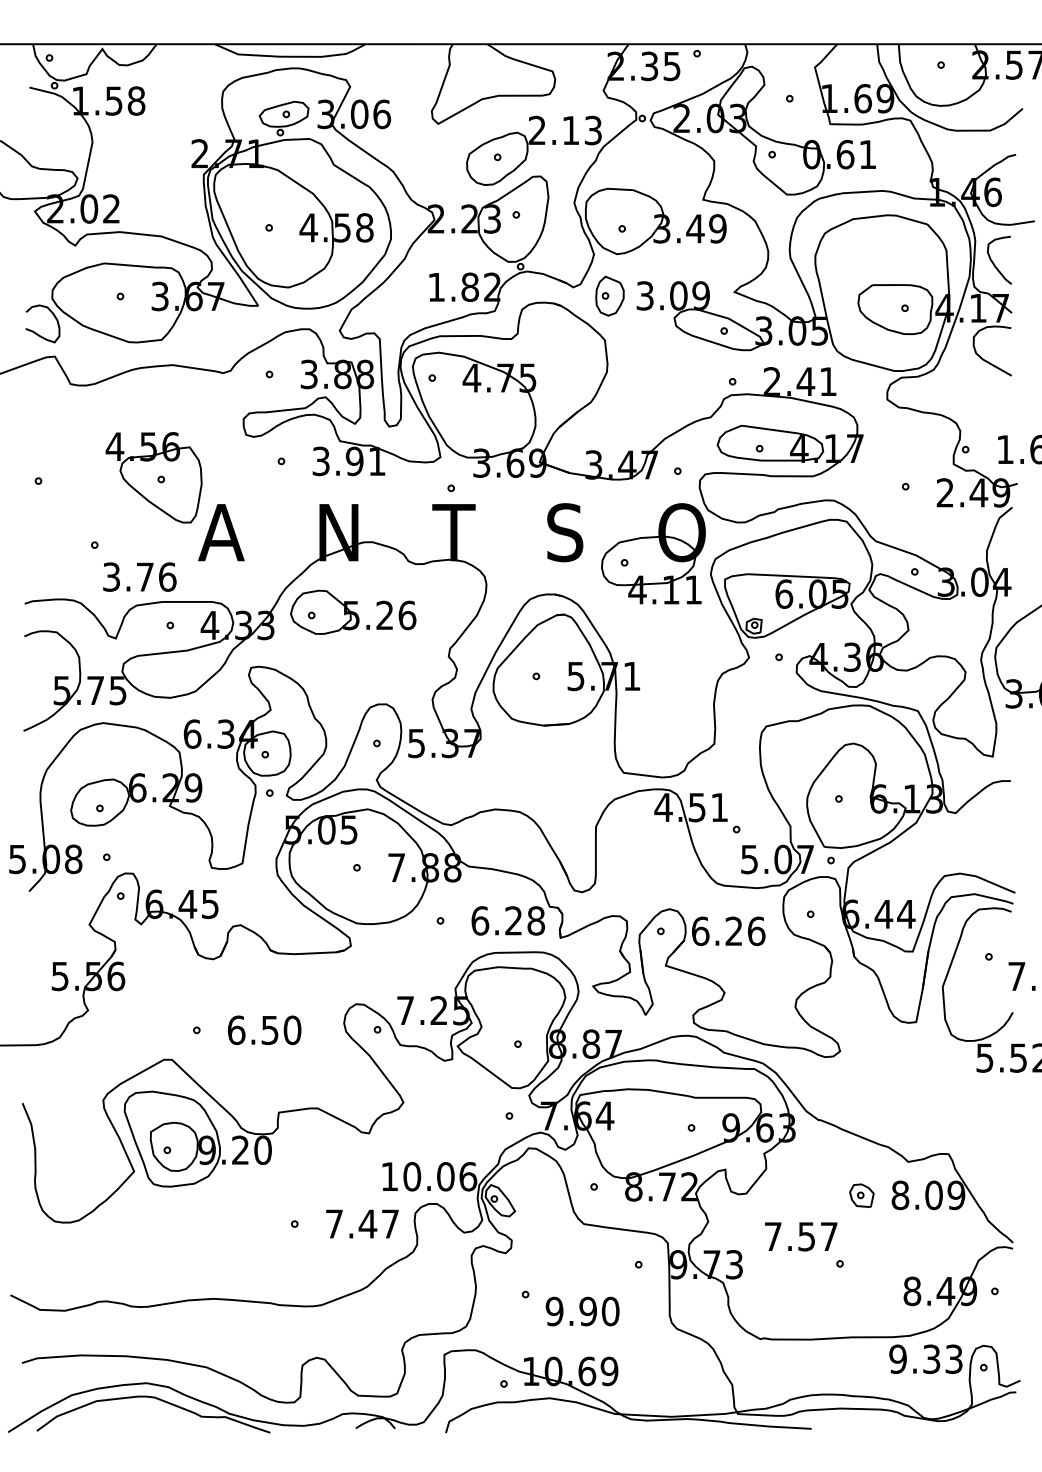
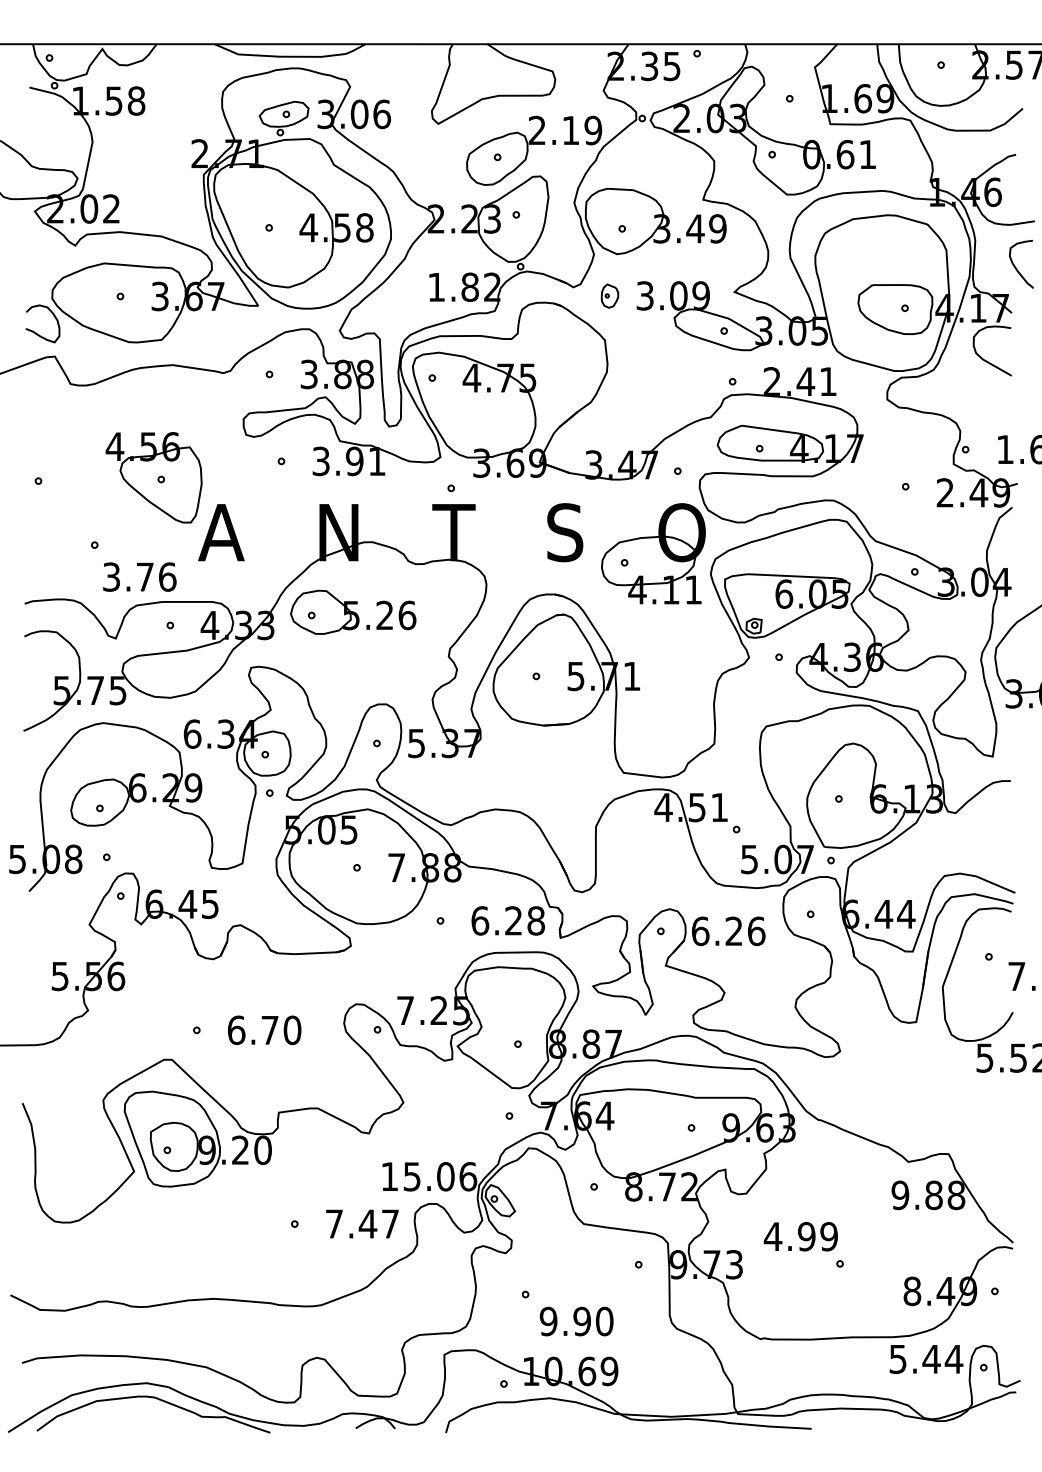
text at (593, 130): 2.13 -> 2.19
curve at (993, 261) position: (993, 261) -> (1015, 265)
part at (609, 295) size: 30x42 px -> 20x26 px
text at (269, 1030): 6.50 -> 6.70
text at (412, 1176): 10.06 -> 15.06
part at (861, 1195): present -> none
text at (928, 1195): 8.09 -> 9.88
text at (800, 1236): 7.57 -> 4.99
text at (582, 1311) position: (582, 1311) -> (576, 1321)
text at (926, 1359): 9.33 -> 5.44
